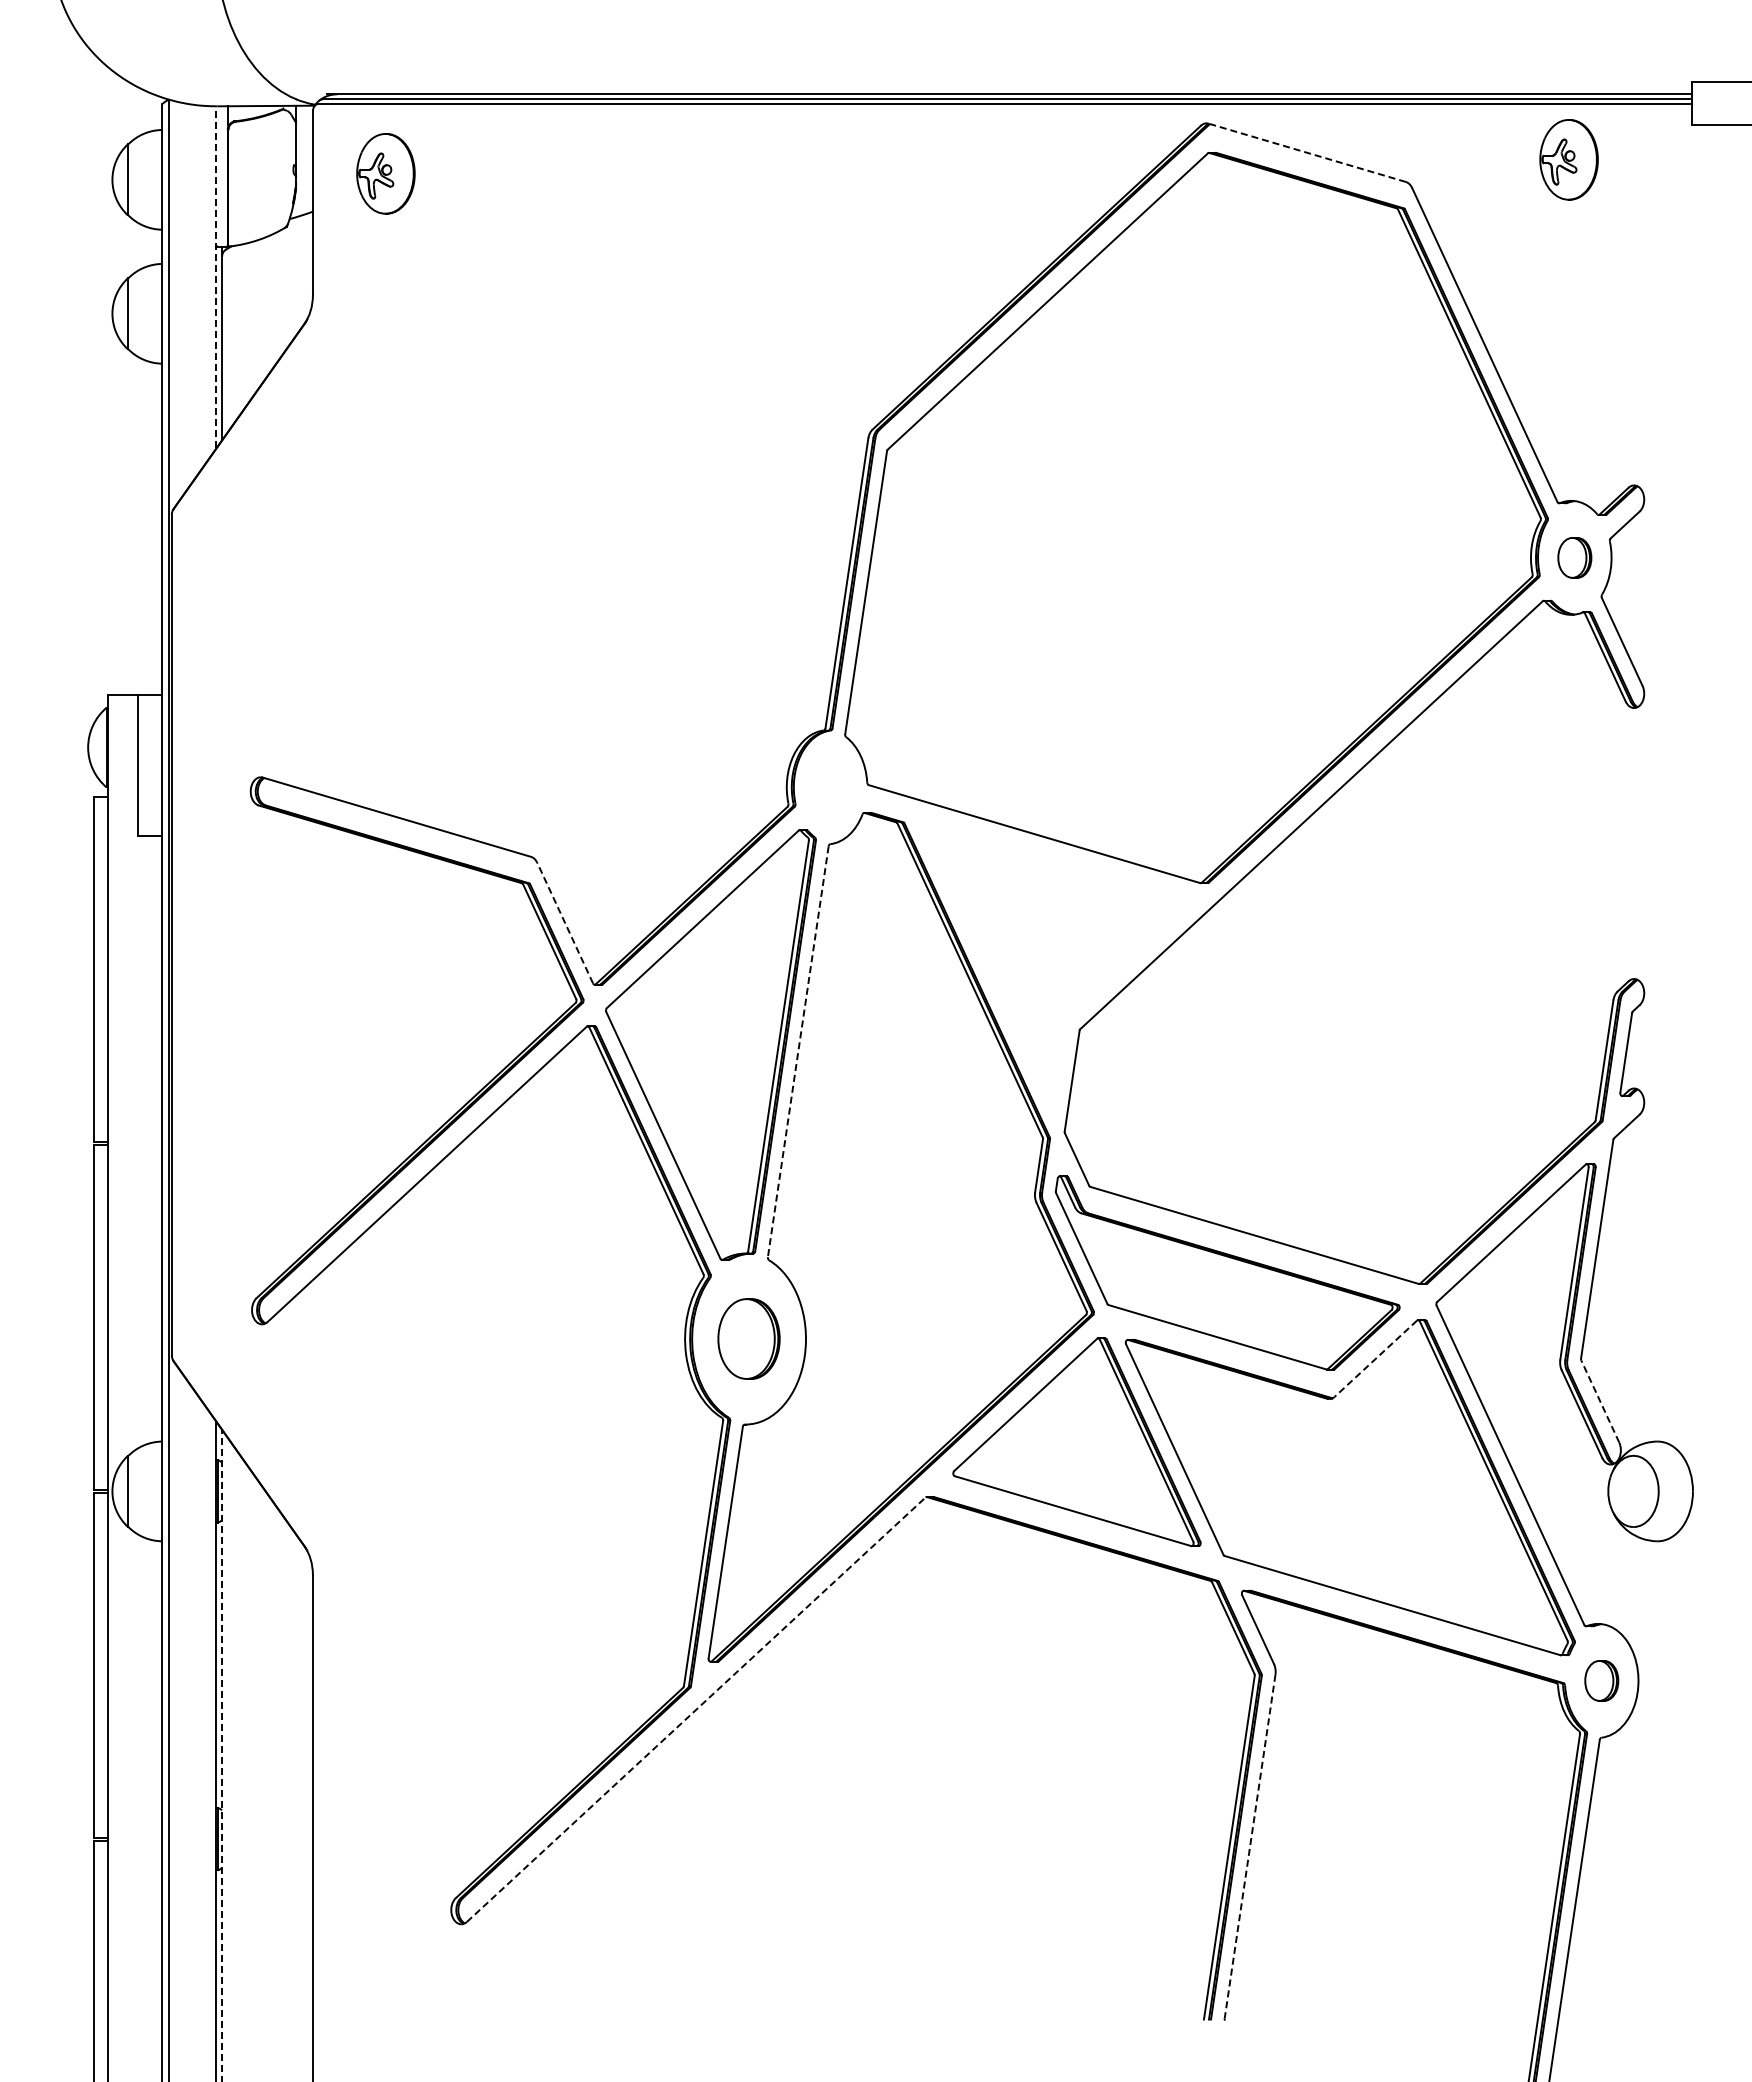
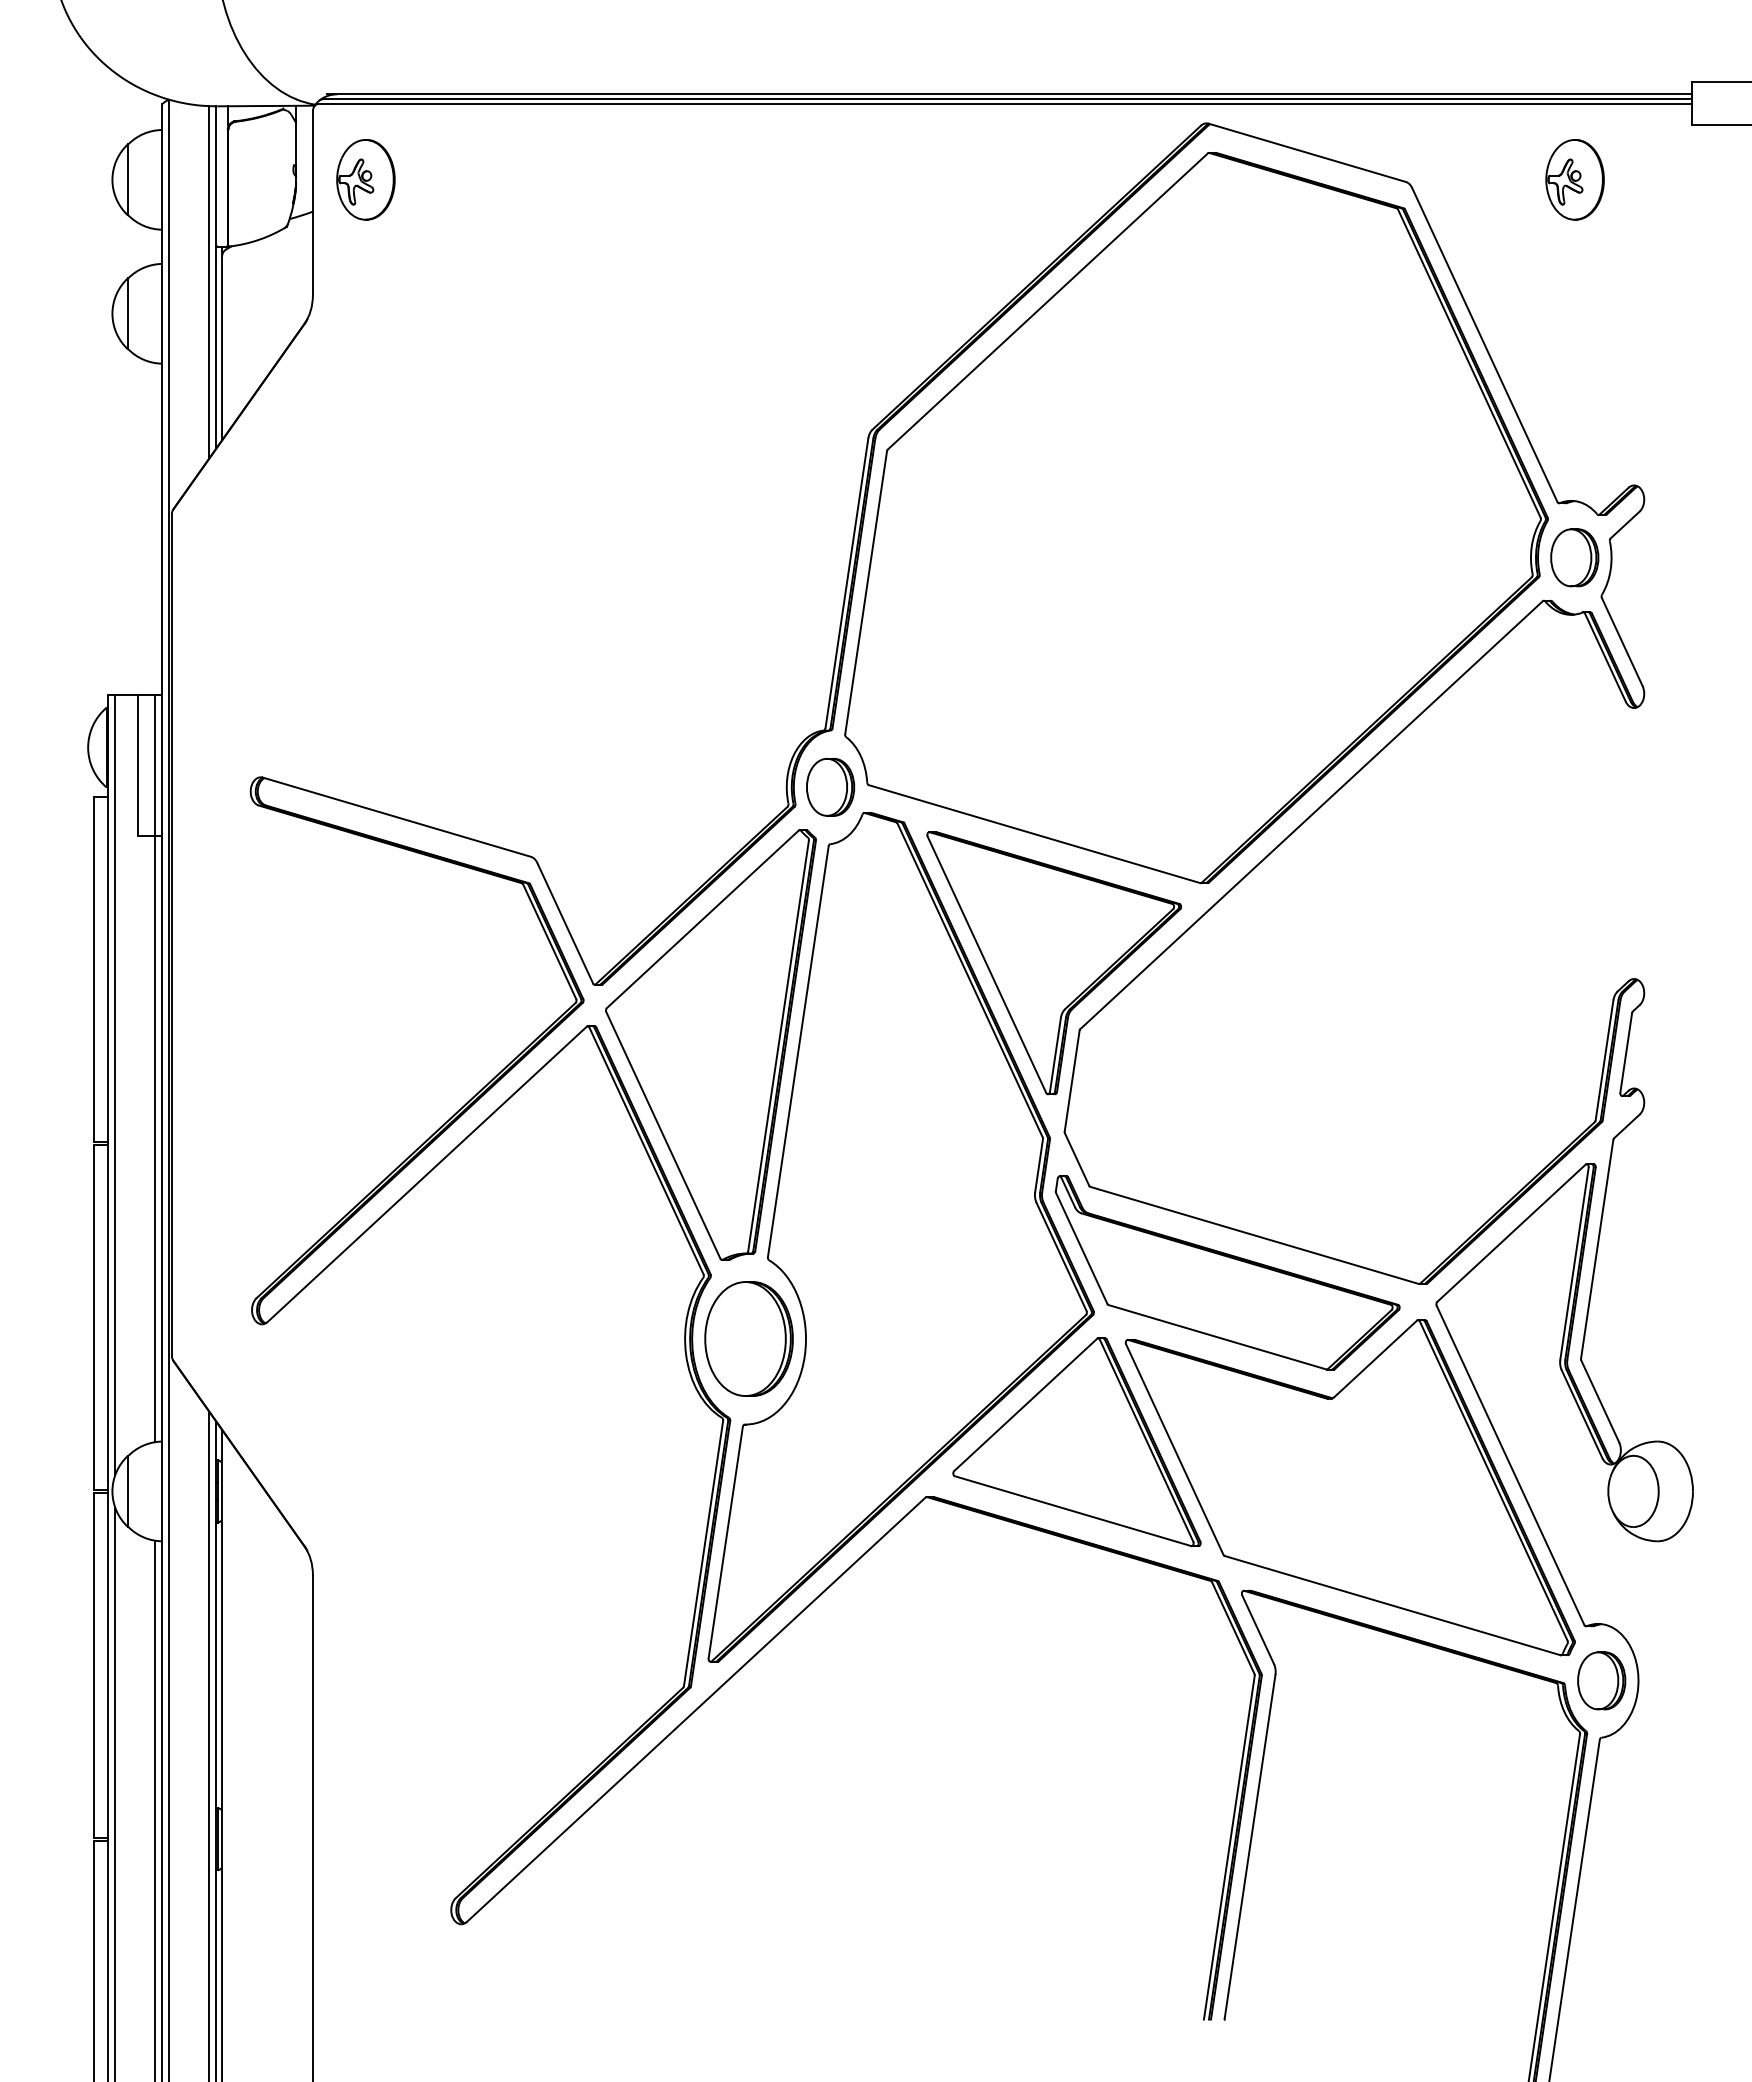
line at (1307, 152): dashed -> solid
part at (1568, 159) position: (1568, 159) -> (1574, 179)
part at (385, 173) position: (385, 173) -> (365, 179)
line at (216, 276): dashed -> solid
line at (209, 282): none -> present
part at (1574, 557) size: 36x42 px -> 50x60 px
part at (830, 787): none -> present
line at (565, 922): dashed -> solid
part at (1053, 963): none -> present
line at (798, 1051): dashed -> solid
line at (155, 1068): none -> present
line at (115, 1084): none -> present
part at (748, 1338) size: 64x82 px -> 90x116 px
line at (1375, 1359): dashed -> solid
line at (1600, 1401): dashed -> solid
part at (1601, 1680) size: 36x42 px -> 50x60 px
line at (696, 1709): dashed -> solid
line at (209, 1744): none -> present
line at (222, 1755): dashed -> solid
line at (115, 1792): none -> present
line at (155, 1809): none -> present
line at (1250, 1846): dashed -> solid
